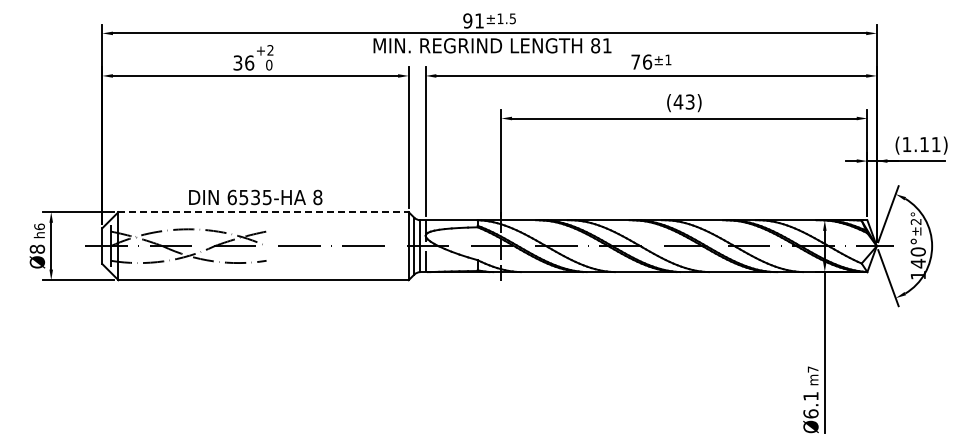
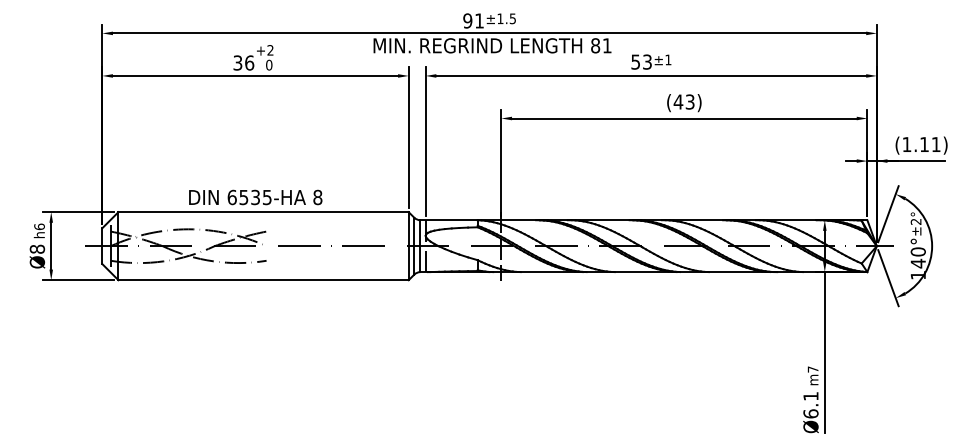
text at (641, 61): 76 -> 53
line at (264, 212): dashed -> solid
